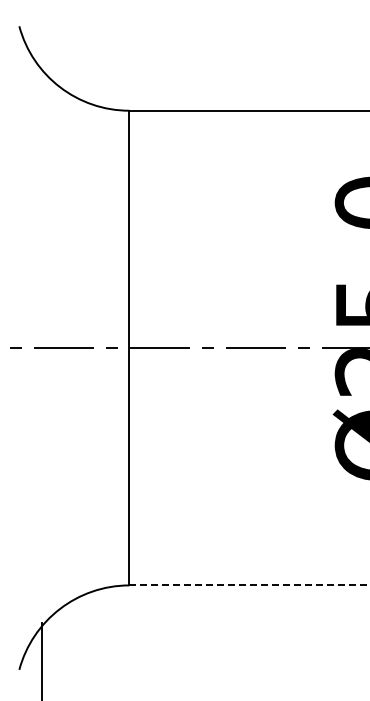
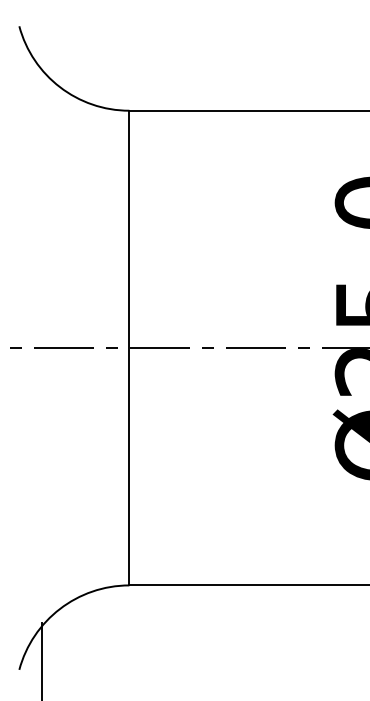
line at (249, 585): dashed -> solid
